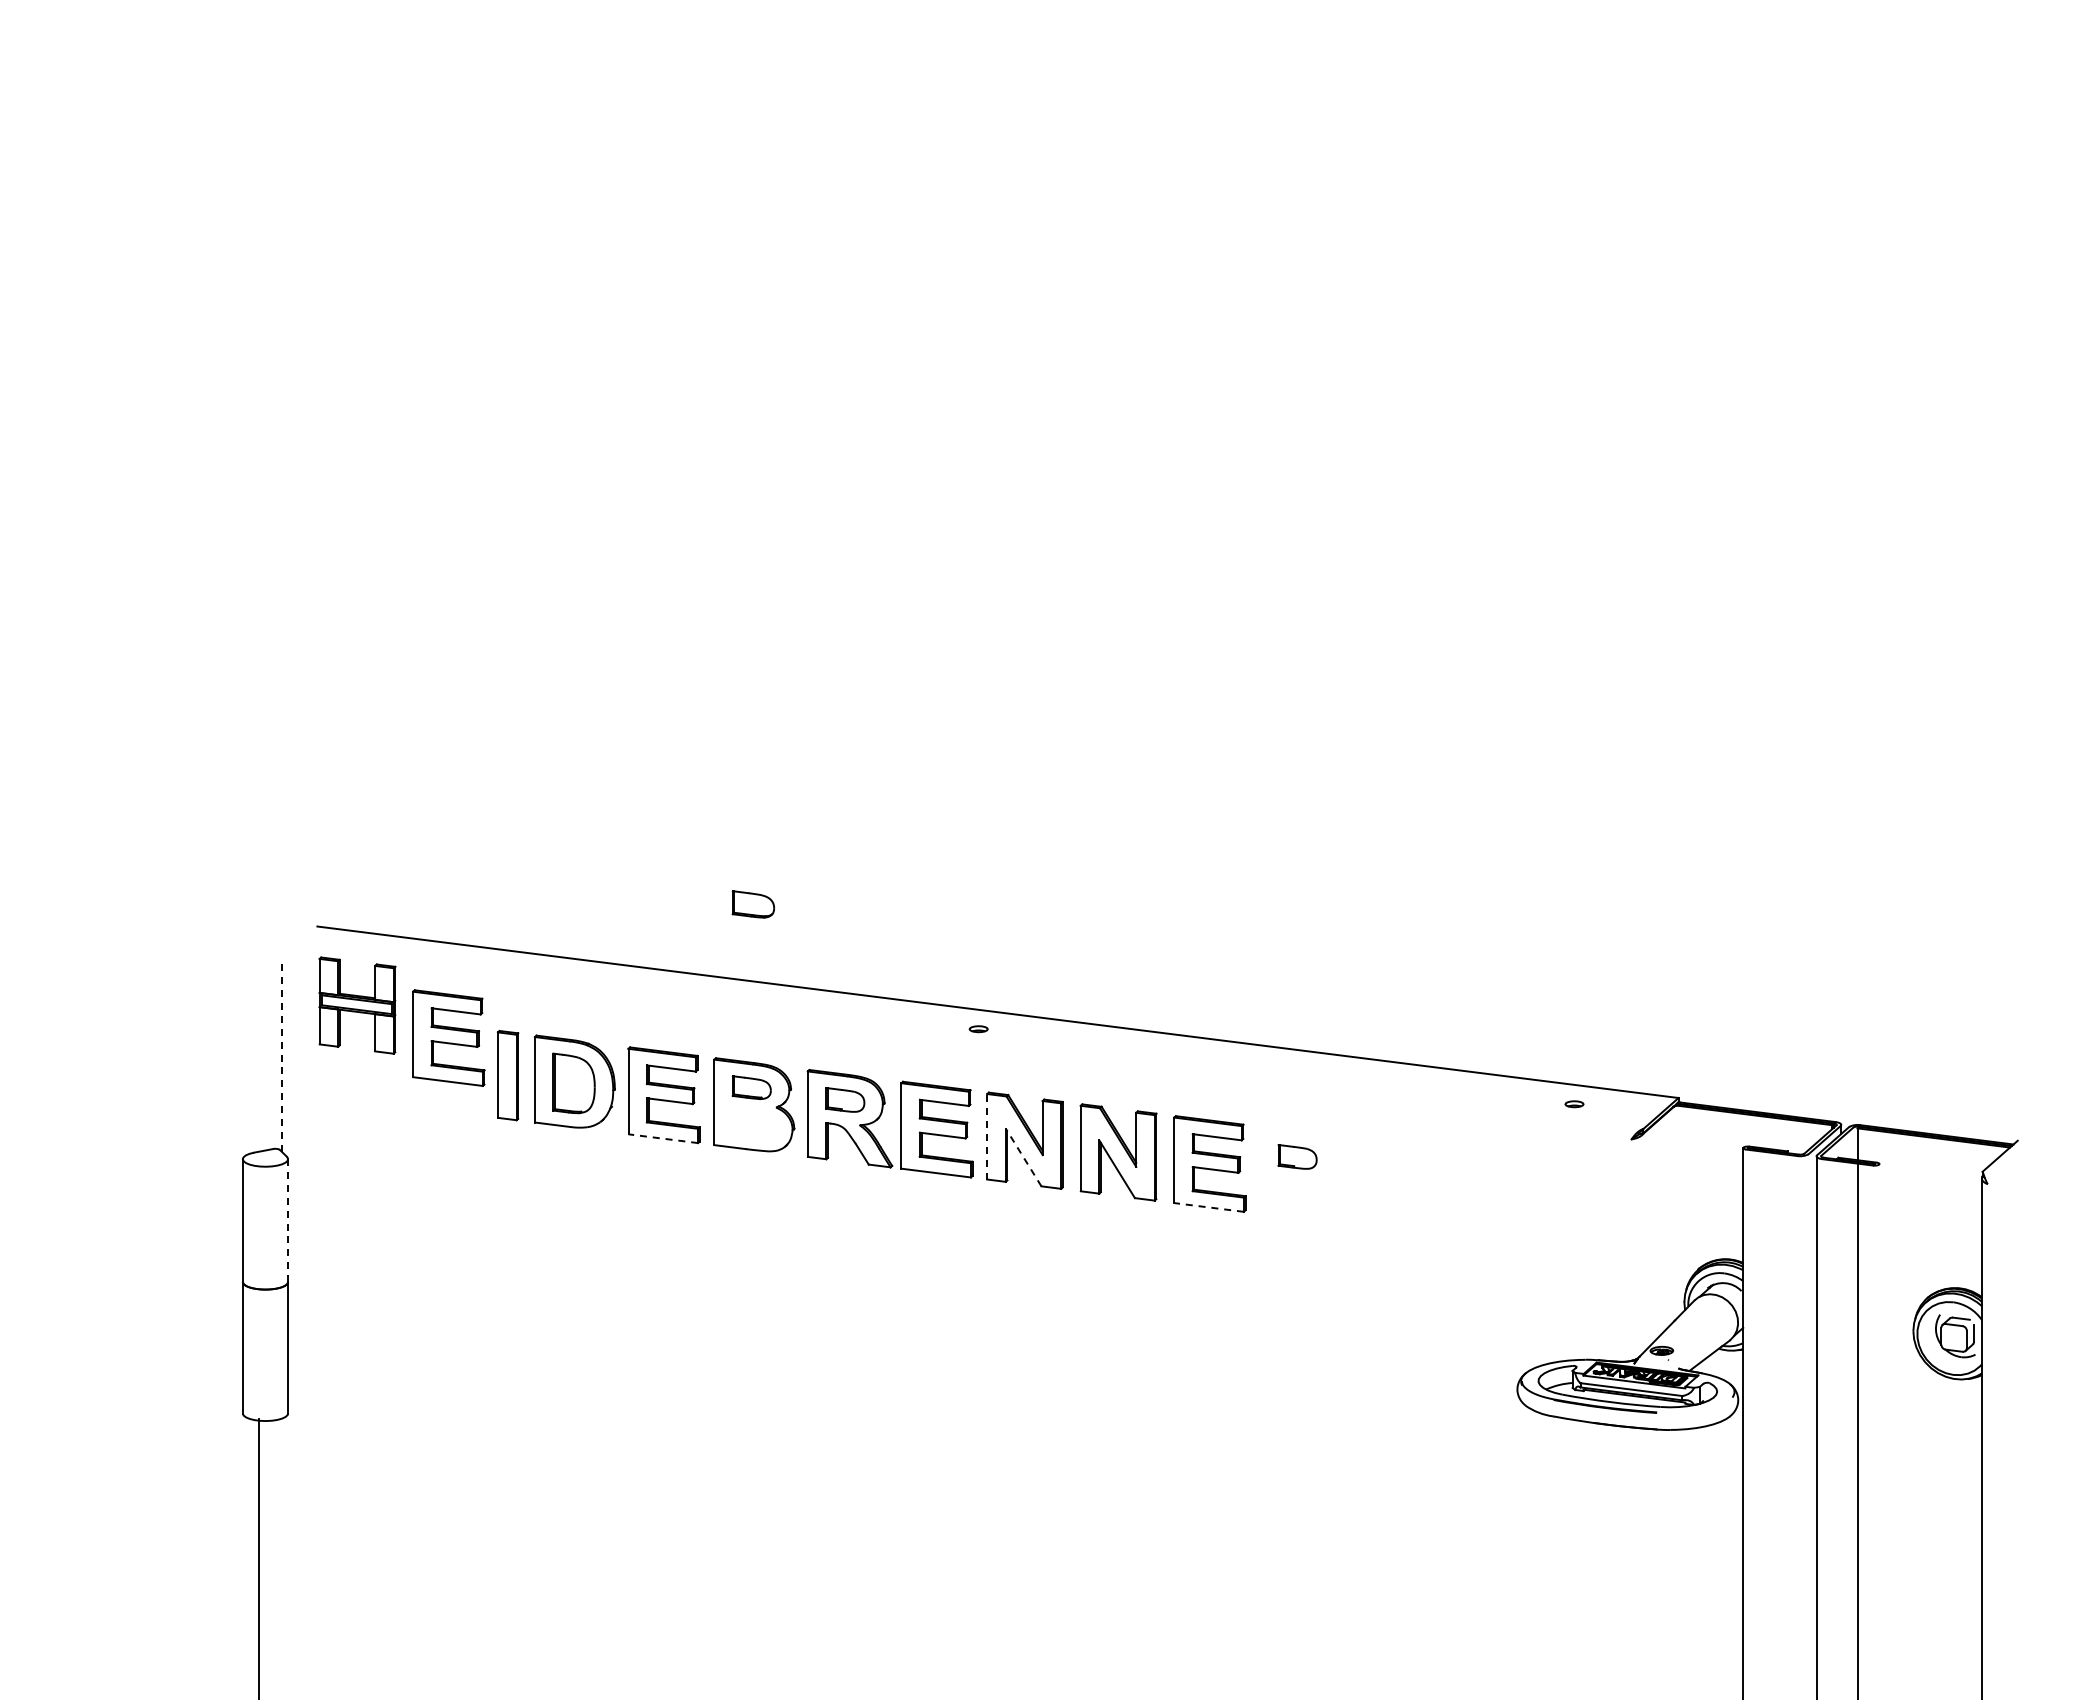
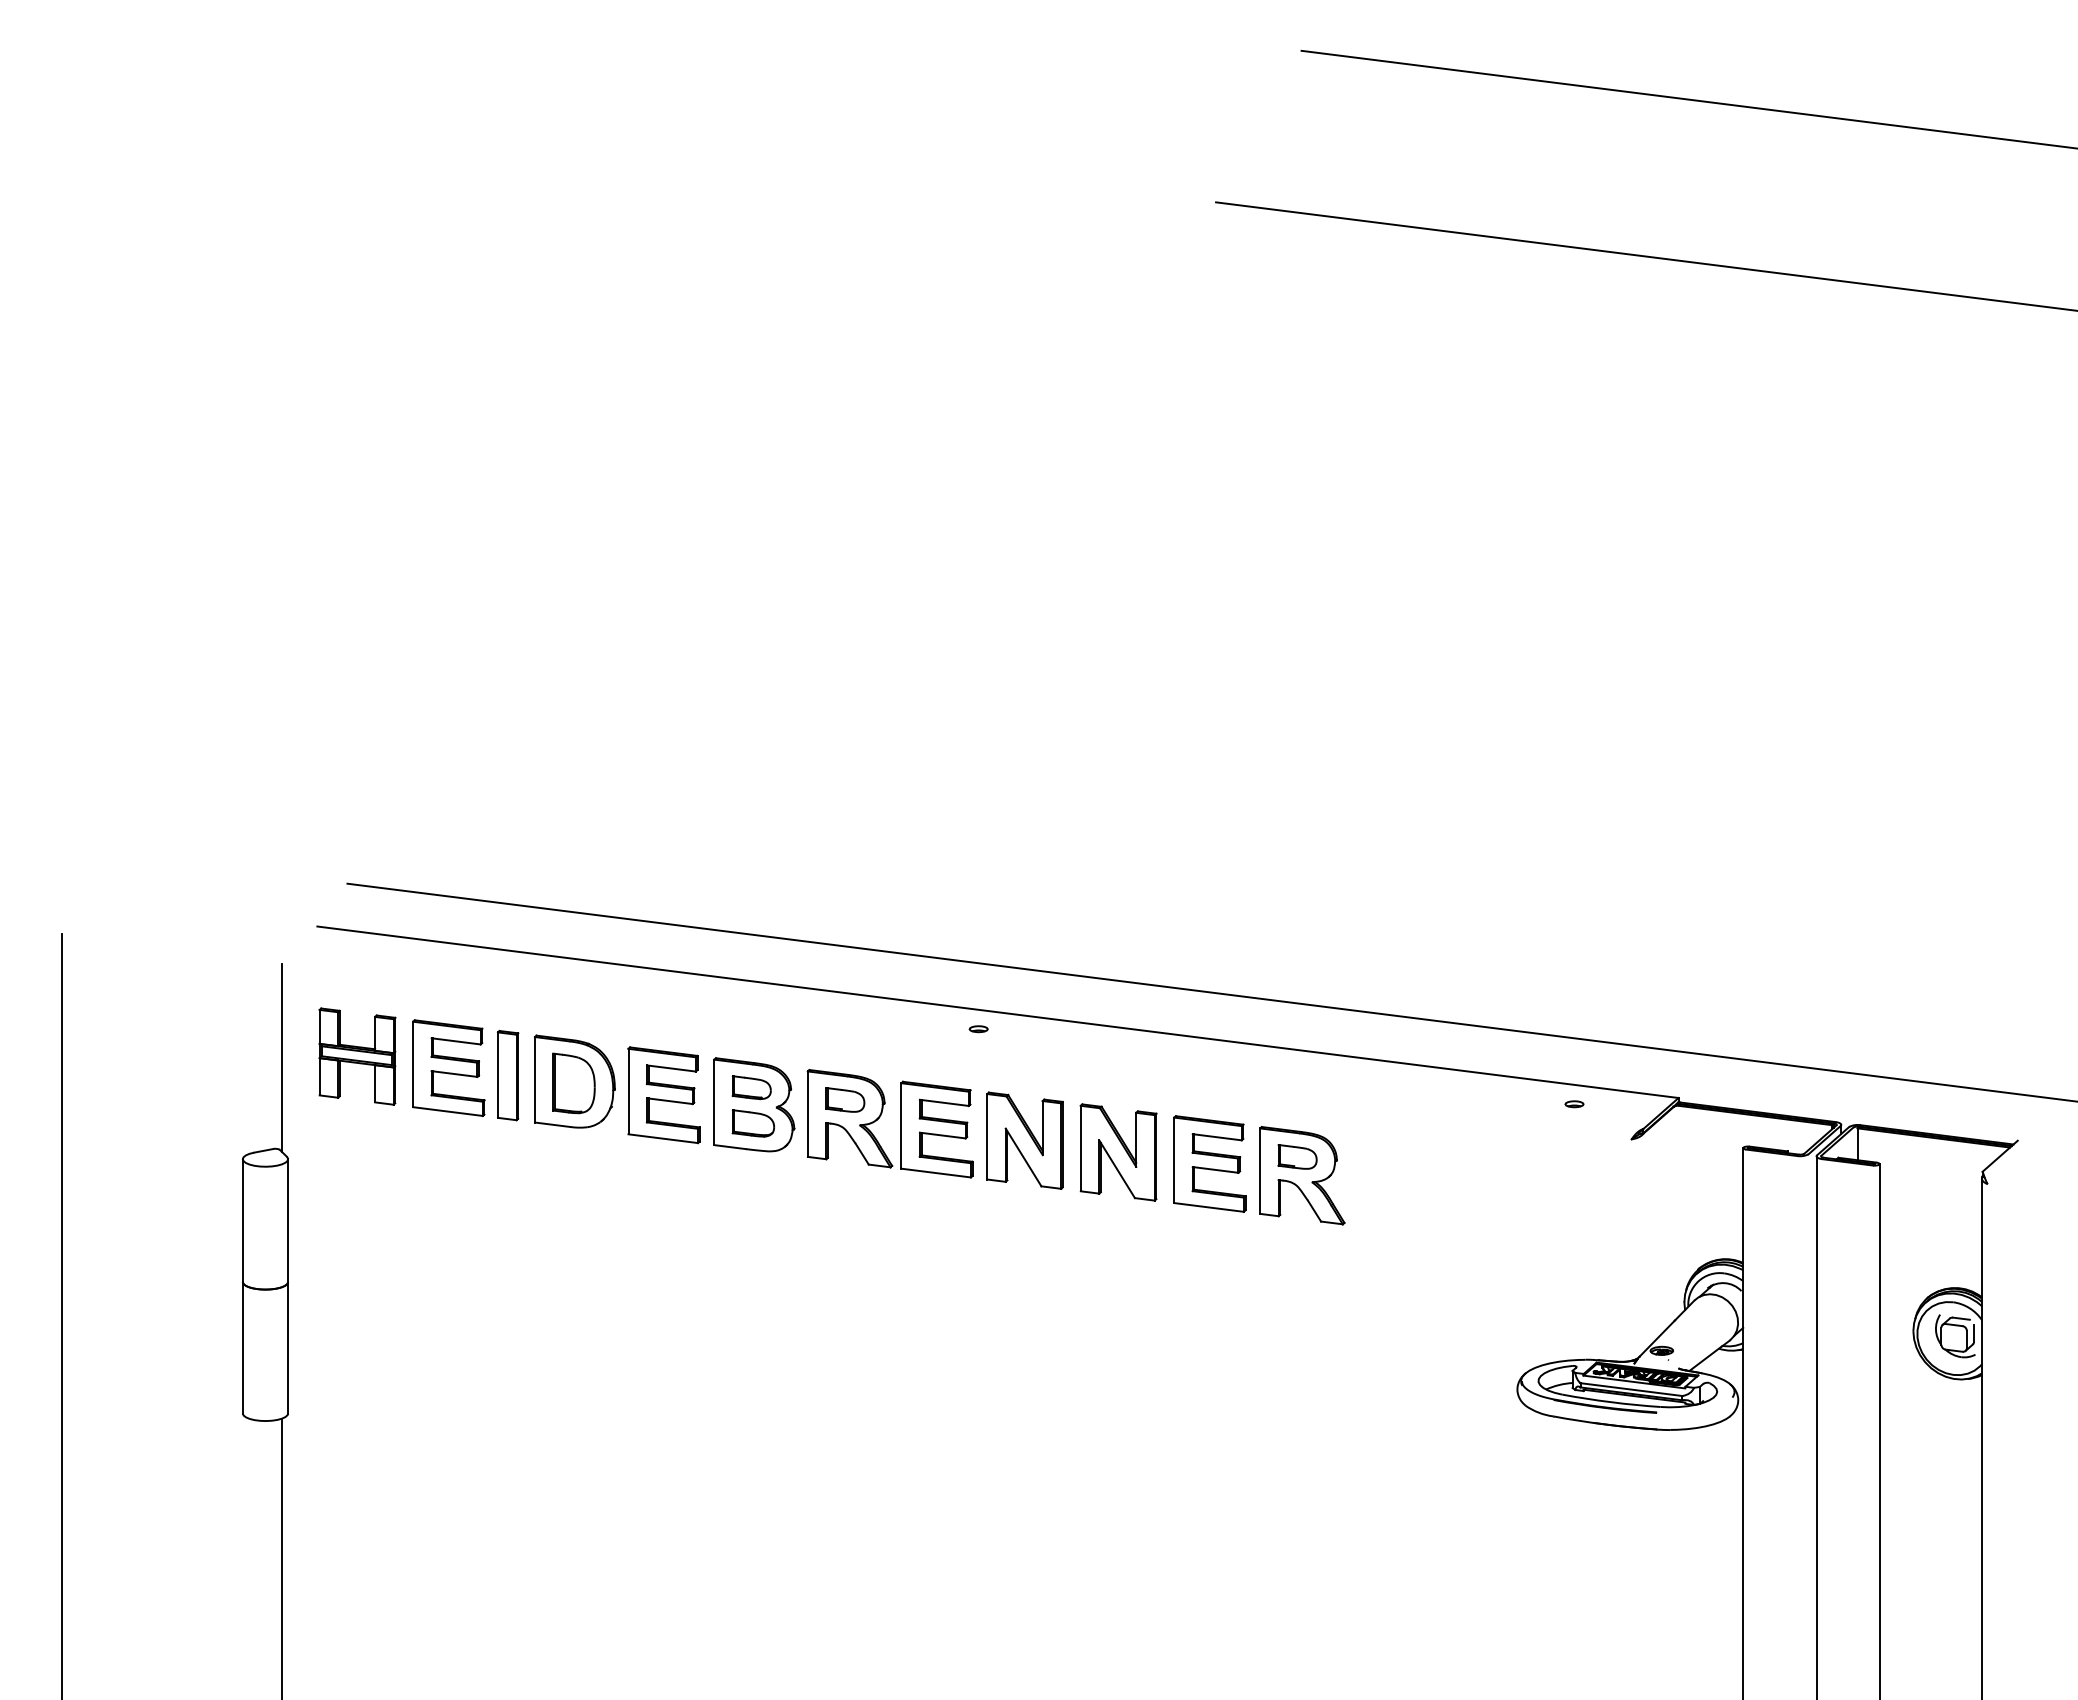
line at (1687, 99): none -> present
line at (1645, 256): none -> present
part at (753, 904) position: (753, 904) -> (753, 1123)
line at (1210, 992): none -> present
part at (357, 1005) position: (357, 1005) -> (357, 1056)
part at (448, 1037) position: (448, 1037) -> (448, 1067)
line at (281, 1057): dashed -> solid
line at (987, 1136): dashed -> solid
line at (662, 1138): dashed -> solid
line at (1023, 1157): dashed -> solid
part at (1302, 1175): none -> present
line at (1208, 1207): dashed -> solid
line at (288, 1220): dashed -> solid
line at (62, 1315): none -> present
line at (1857, 1430) position: (1857, 1430) -> (1879, 1430)
line at (258, 1557) position: (258, 1557) -> (281, 1557)
